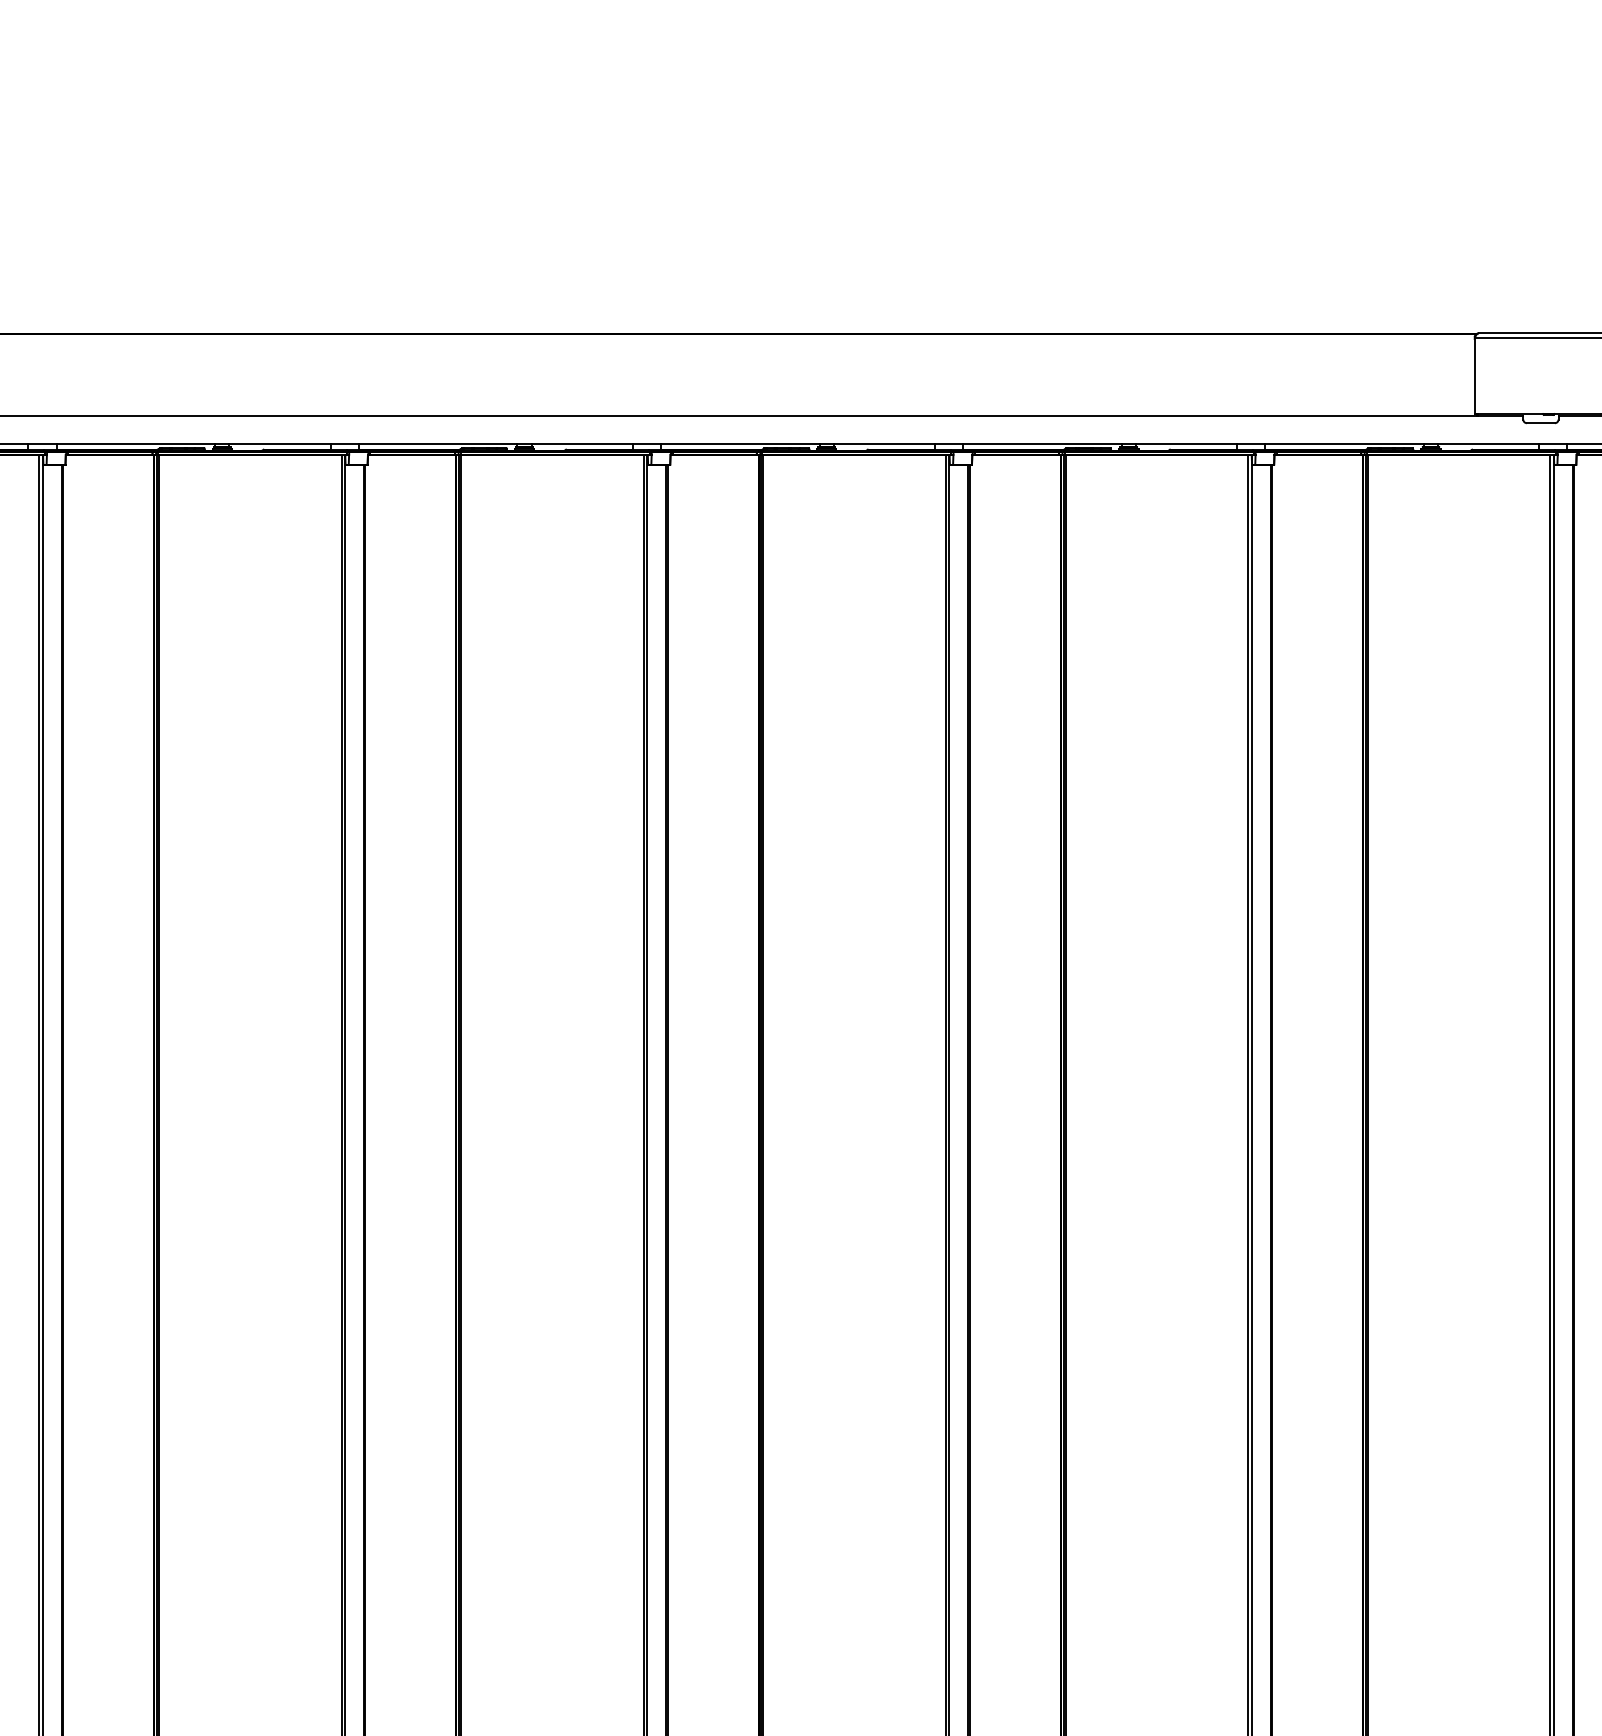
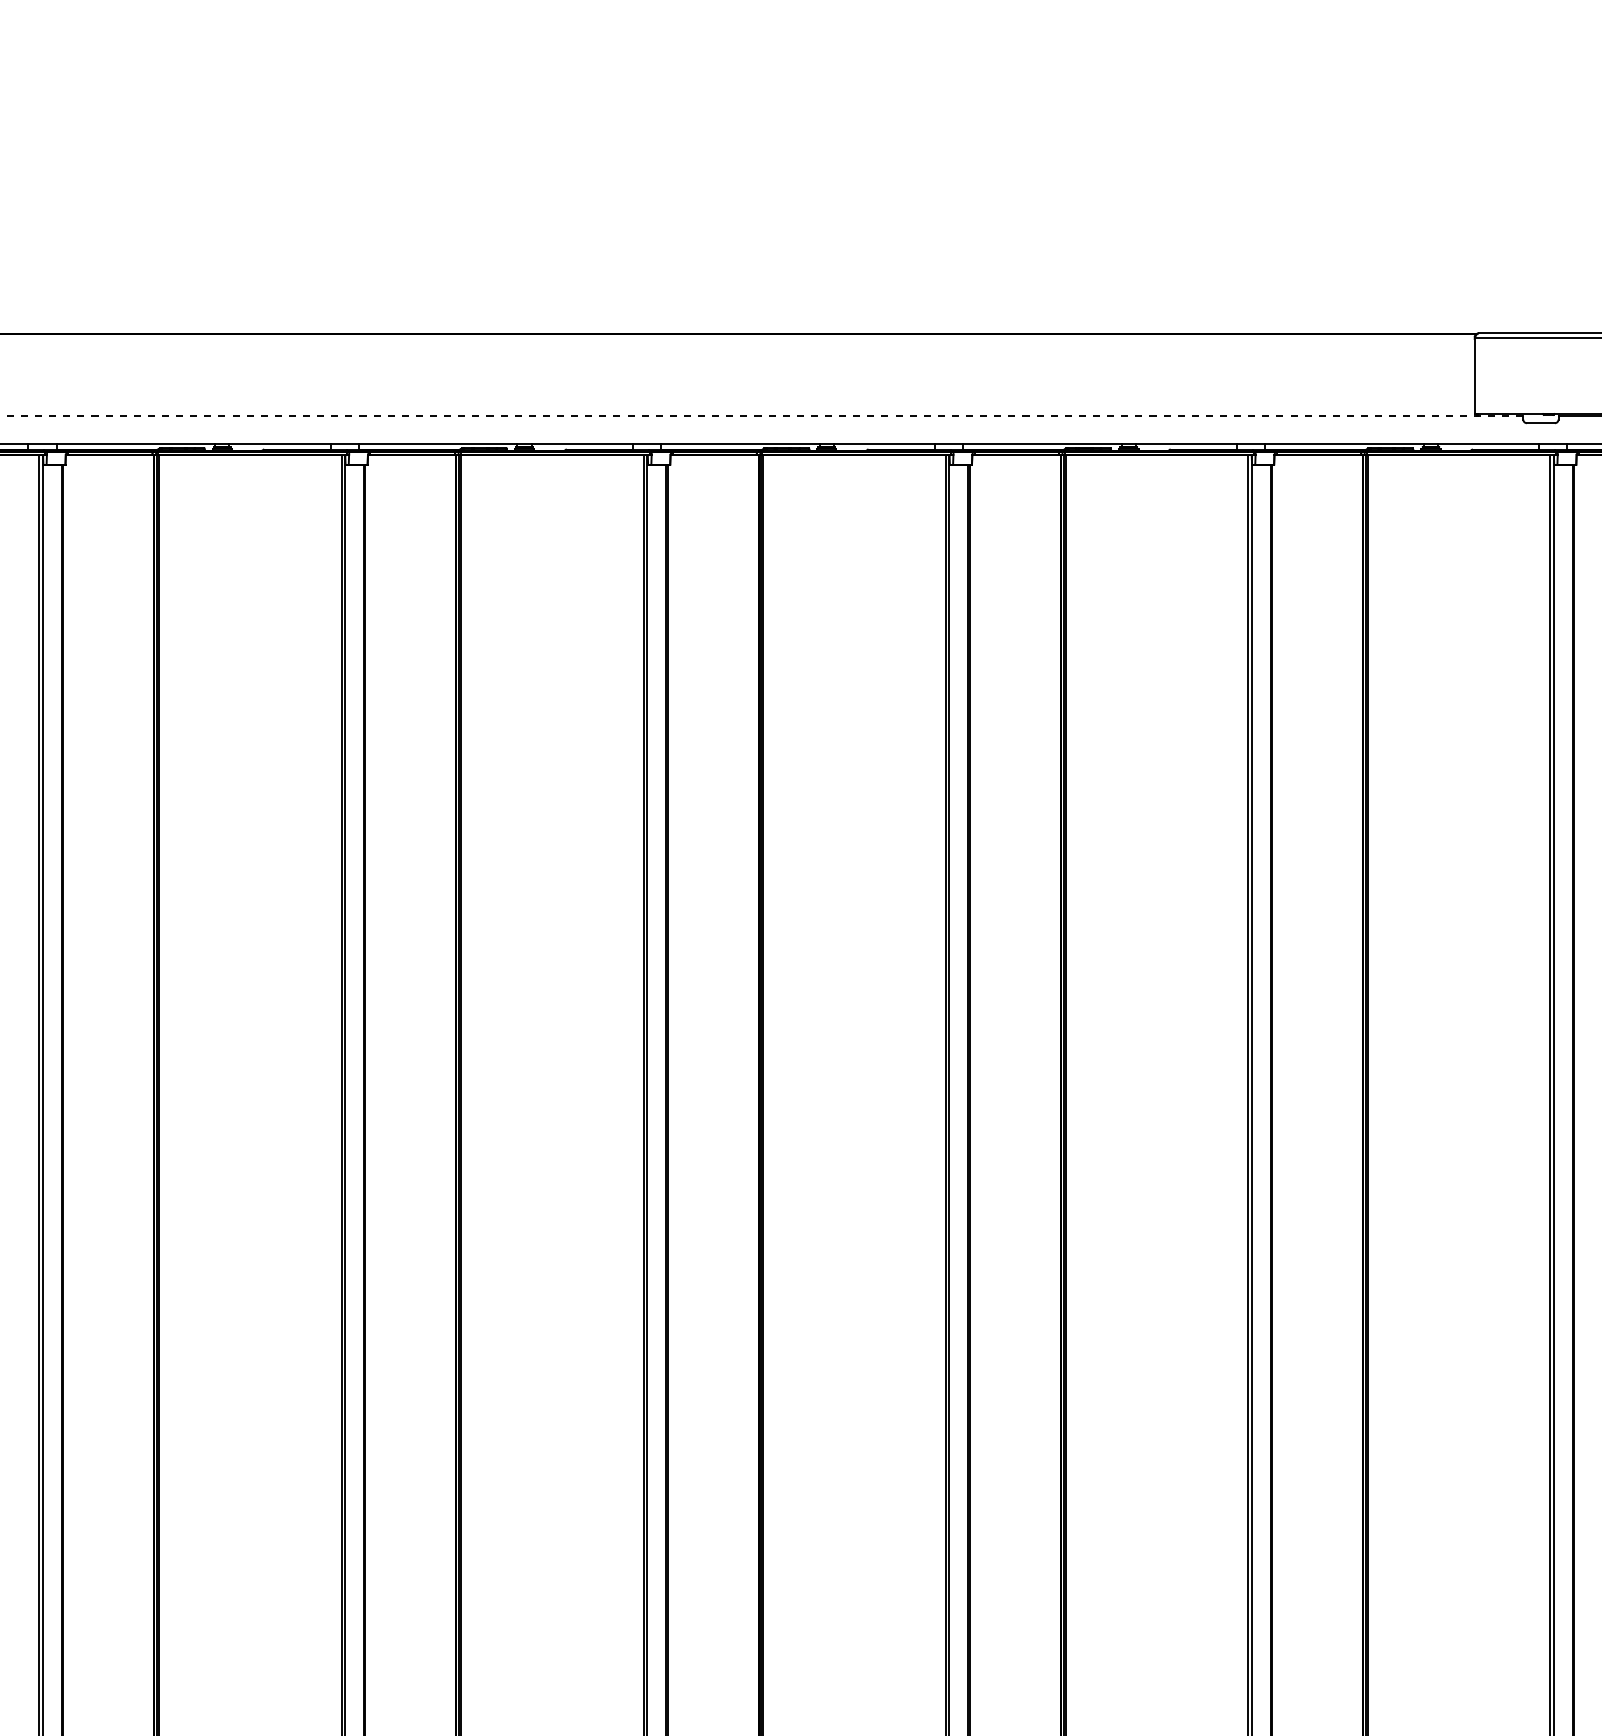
line at (761, 416): solid -> dashed
